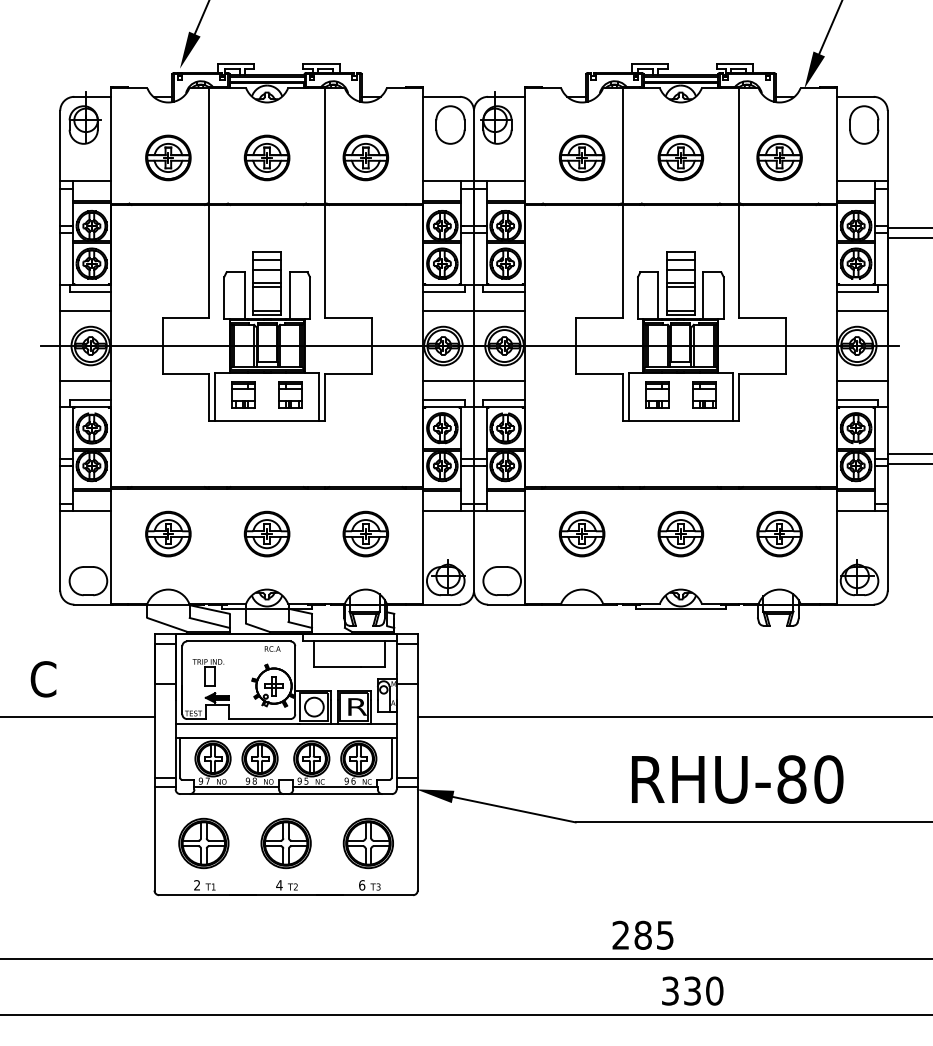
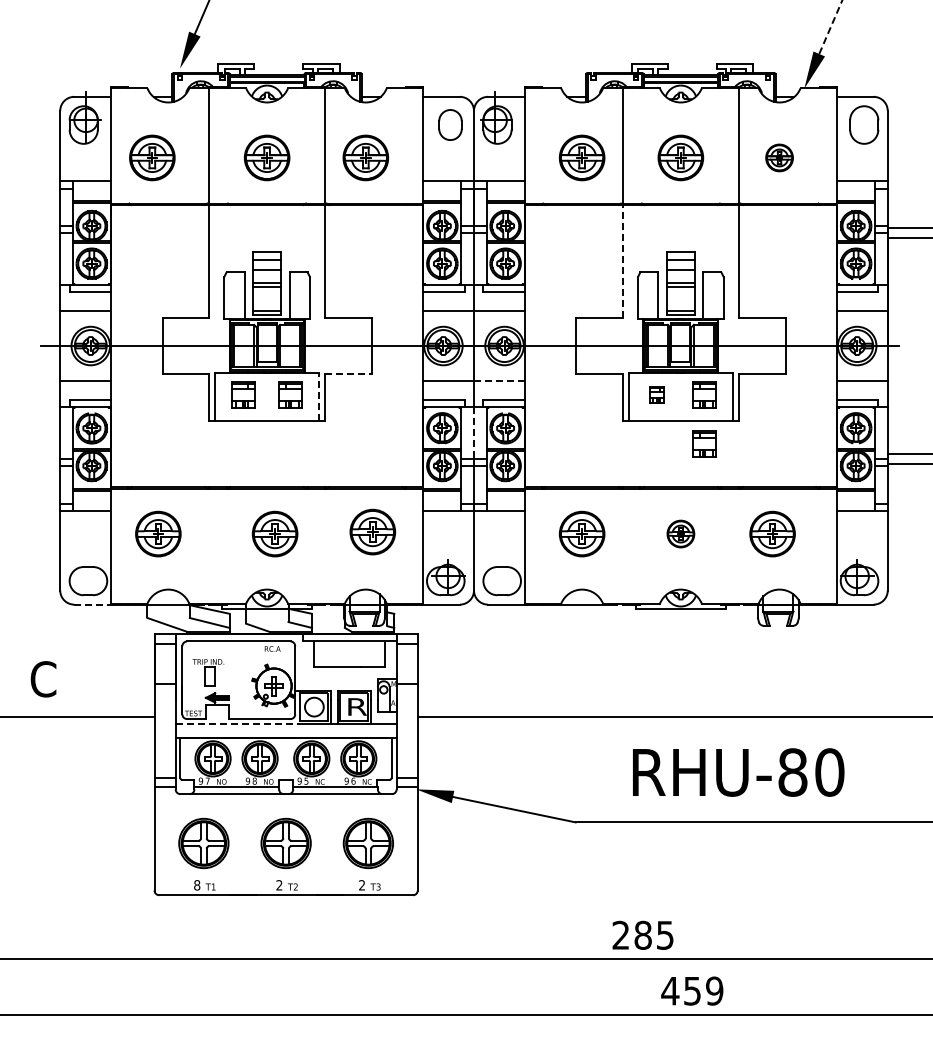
line at (831, 26): solid -> dashed
part at (450, 124) size: 31x40 px -> 25x32 px
part at (168, 157) position: (168, 157) -> (152, 157)
part at (779, 157) size: 47x48 px -> 29x30 px
line at (622, 260): solid -> dashed
line at (348, 374): solid -> dashed
line at (499, 381): solid -> dashed
part at (657, 394) size: 25x28 px -> 16x18 px
line at (319, 396): solid -> dashed
line at (473, 433): solid -> dashed
part at (704, 443): none -> present
part at (168, 533) position: (168, 533) -> (158, 533)
part at (266, 533) position: (266, 533) -> (274, 533)
part at (365, 533) position: (365, 533) -> (372, 531)
part at (680, 533) size: 48x48 px -> 30x30 px
part at (779, 533) position: (779, 533) -> (772, 533)
line at (93, 604): solid -> dashed
line at (238, 723): solid -> dashed
text at (737, 779) position: (737, 779) -> (738, 772)
text at (197, 885): 2 -> 8
text at (279, 885): 4 -> 2
text at (362, 885): 6 -> 2
text at (692, 990): 330 -> 459
